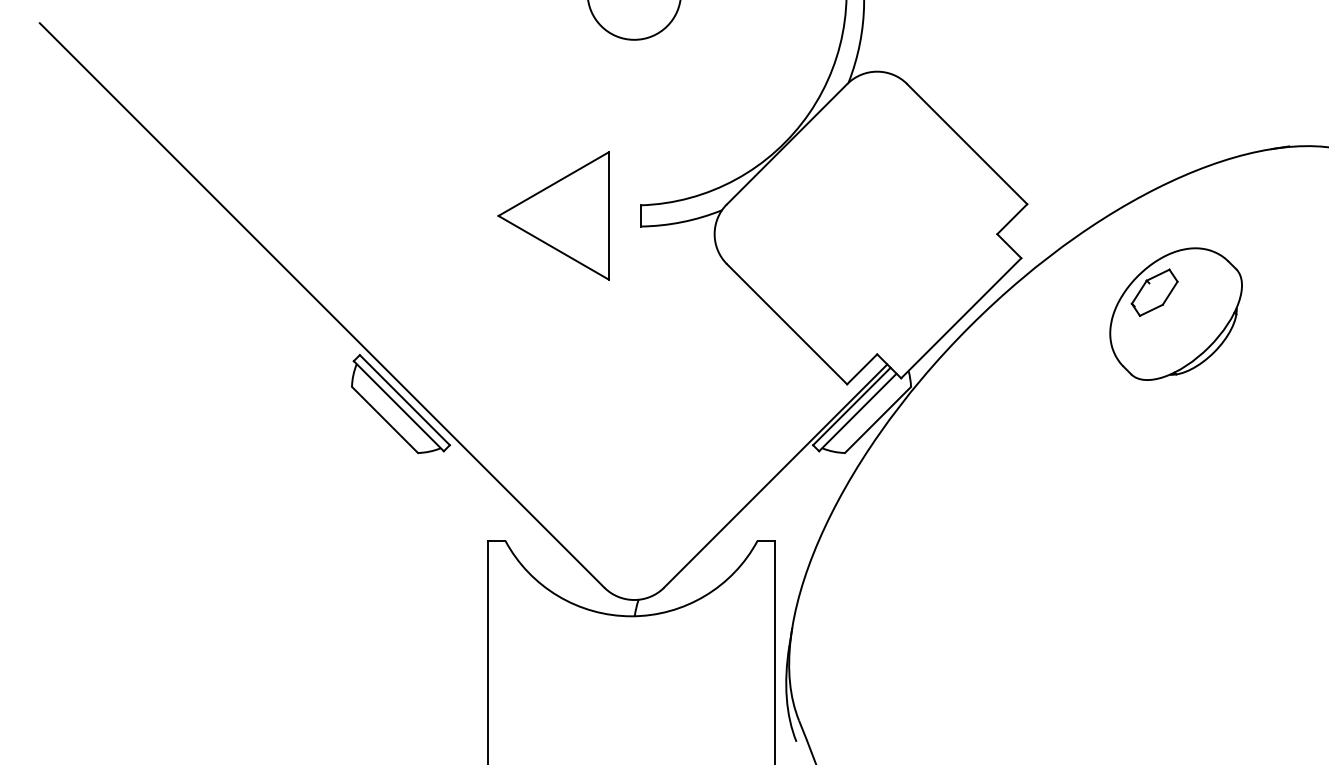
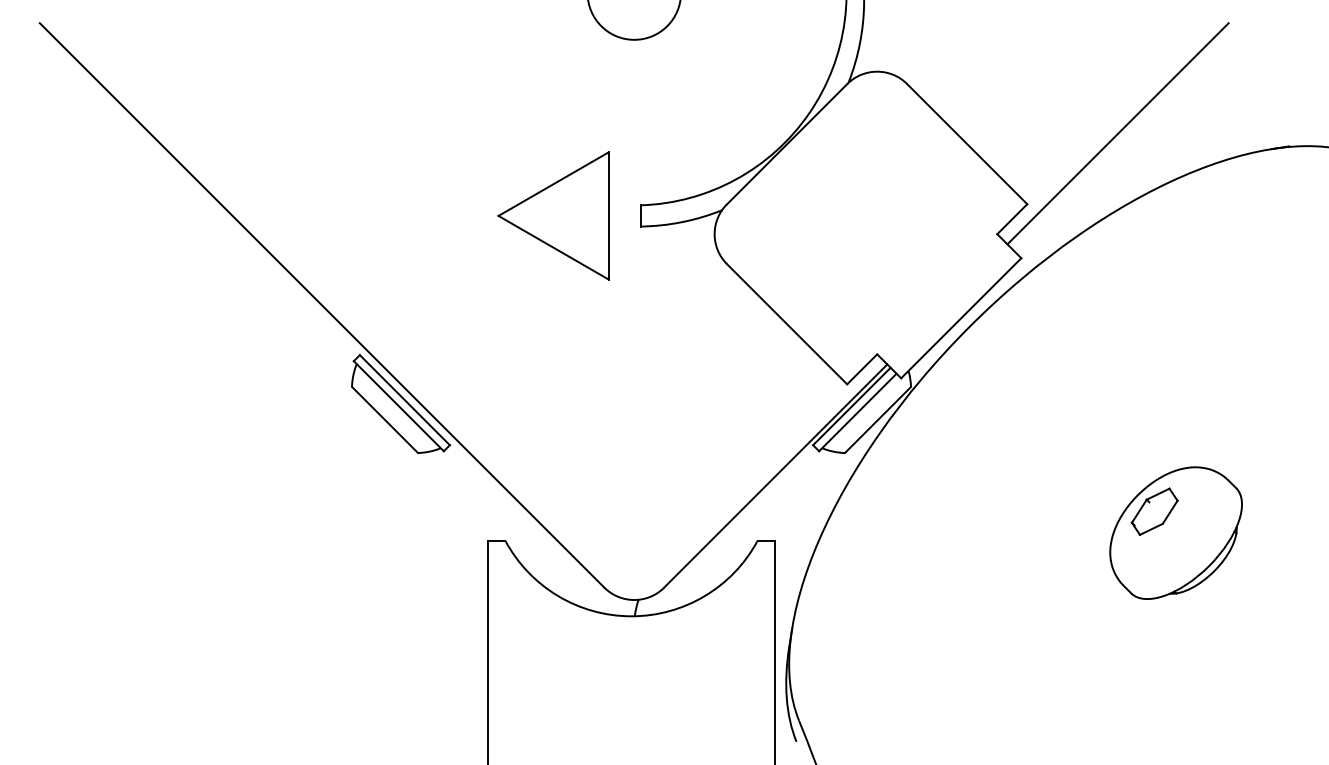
line at (1117, 133): none -> present
part at (1175, 313) position: (1175, 313) -> (1175, 532)
